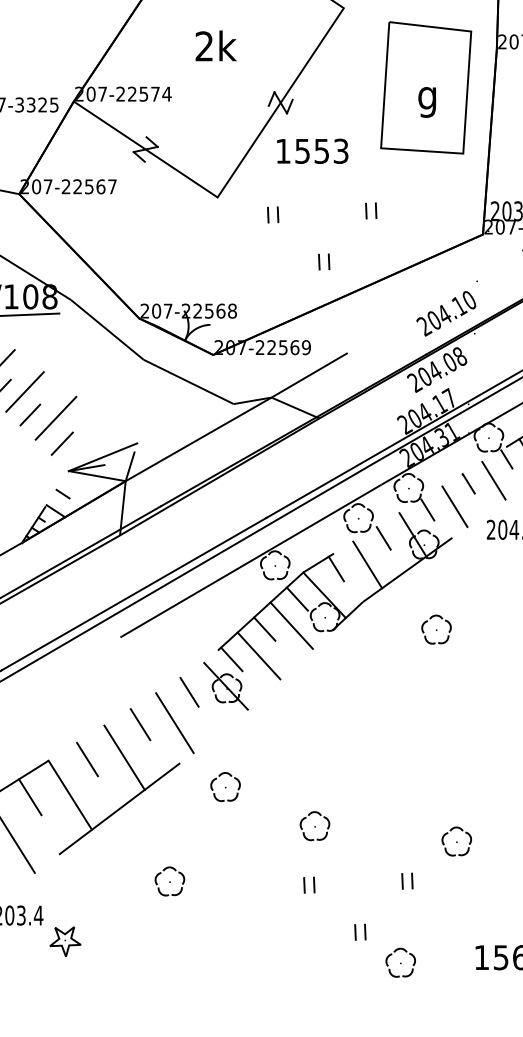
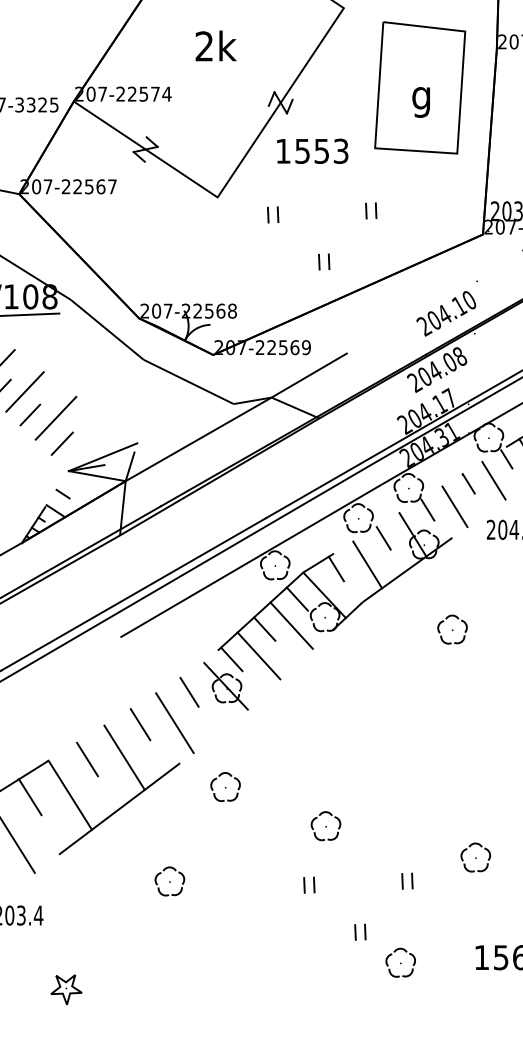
part at (426, 87) position: (426, 87) -> (420, 87)
part at (436, 629) position: (436, 629) -> (452, 629)
part at (314, 826) position: (314, 826) -> (325, 826)
part at (456, 841) position: (456, 841) -> (475, 857)
part at (65, 941) position: (65, 941) -> (66, 989)
